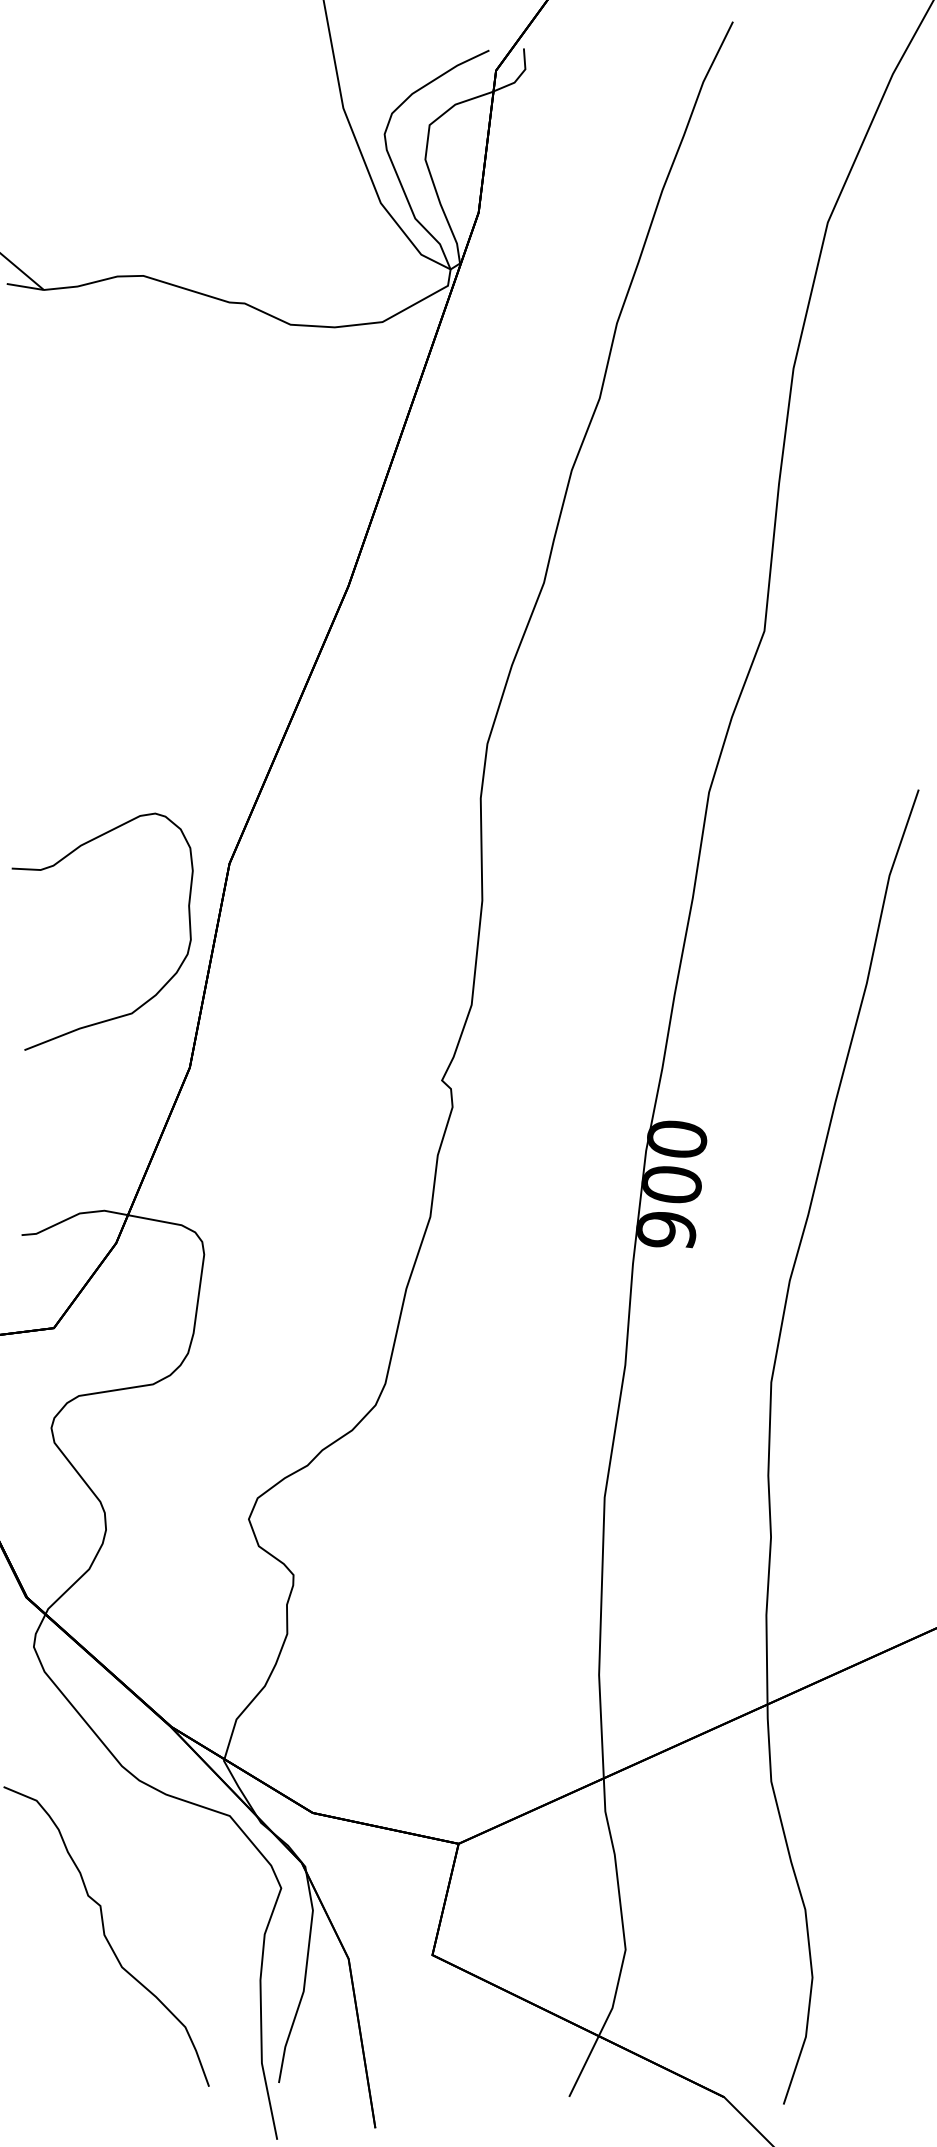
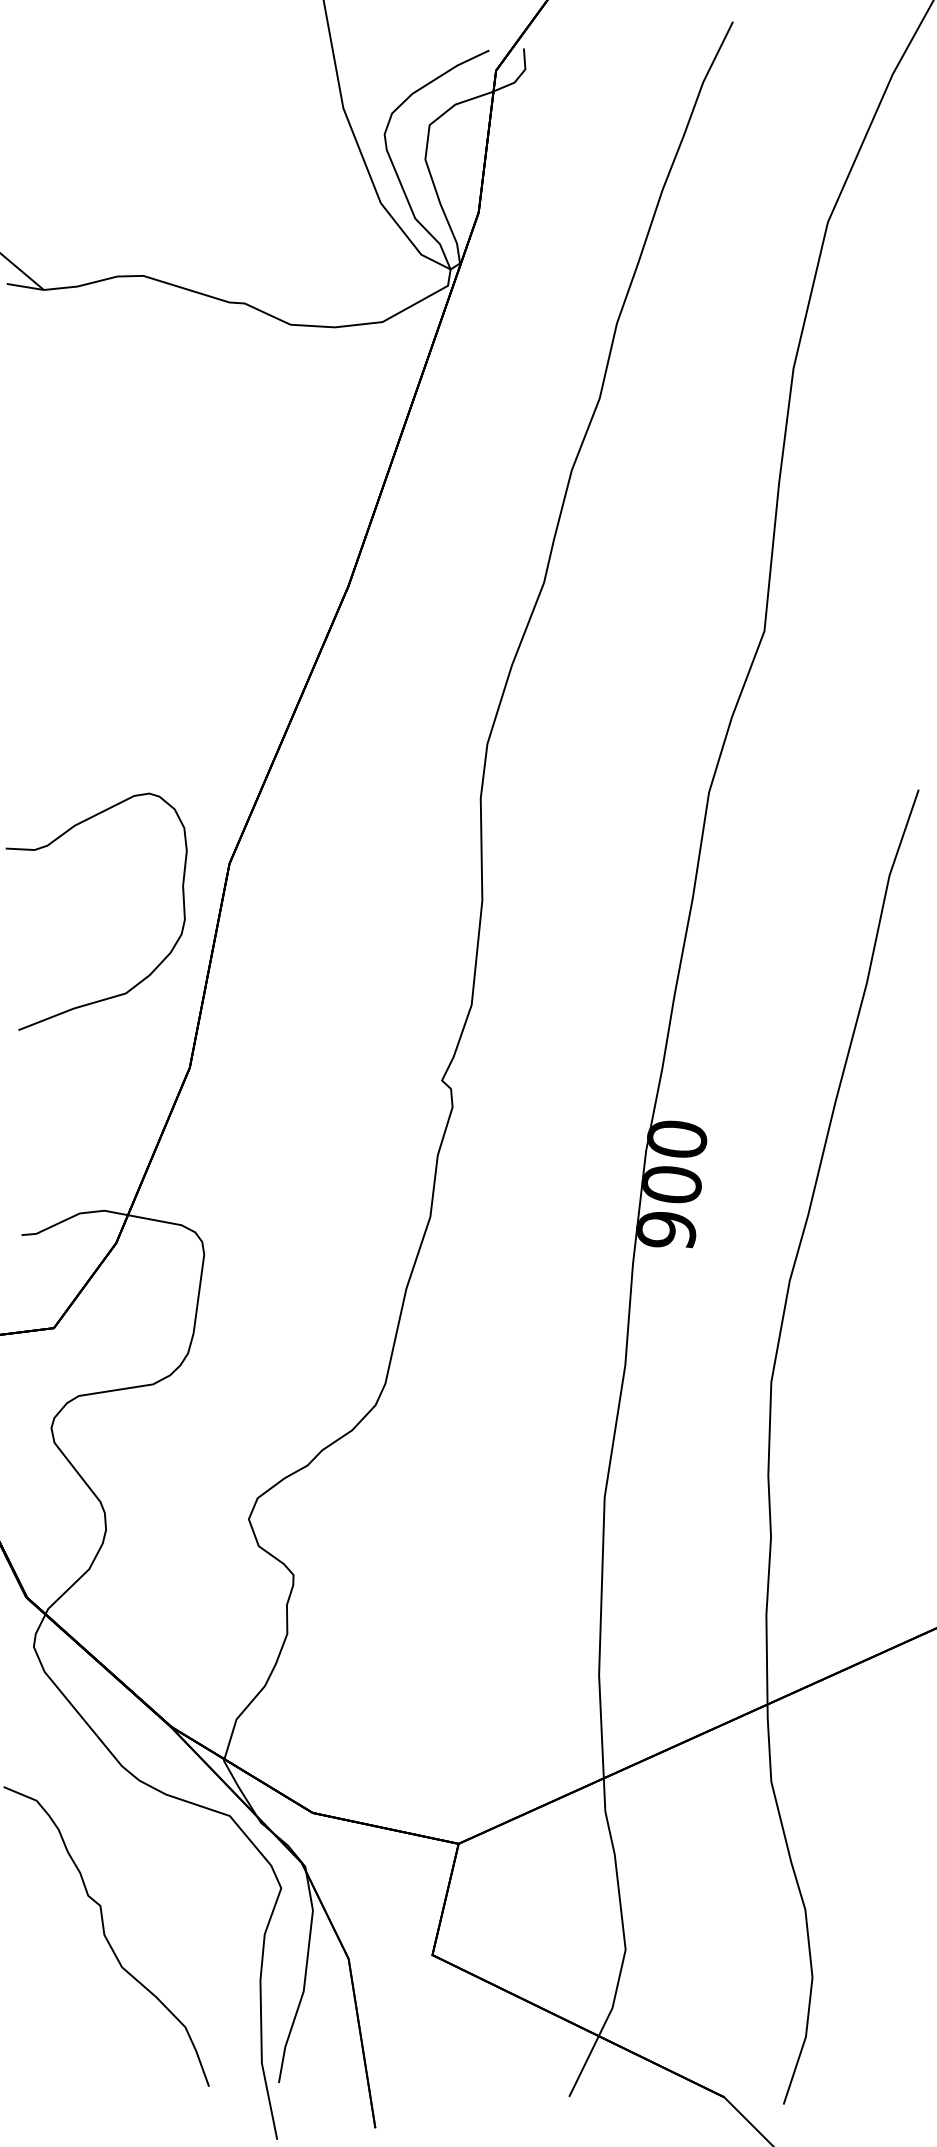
curve at (54, 866) position: (54, 866) -> (48, 846)
